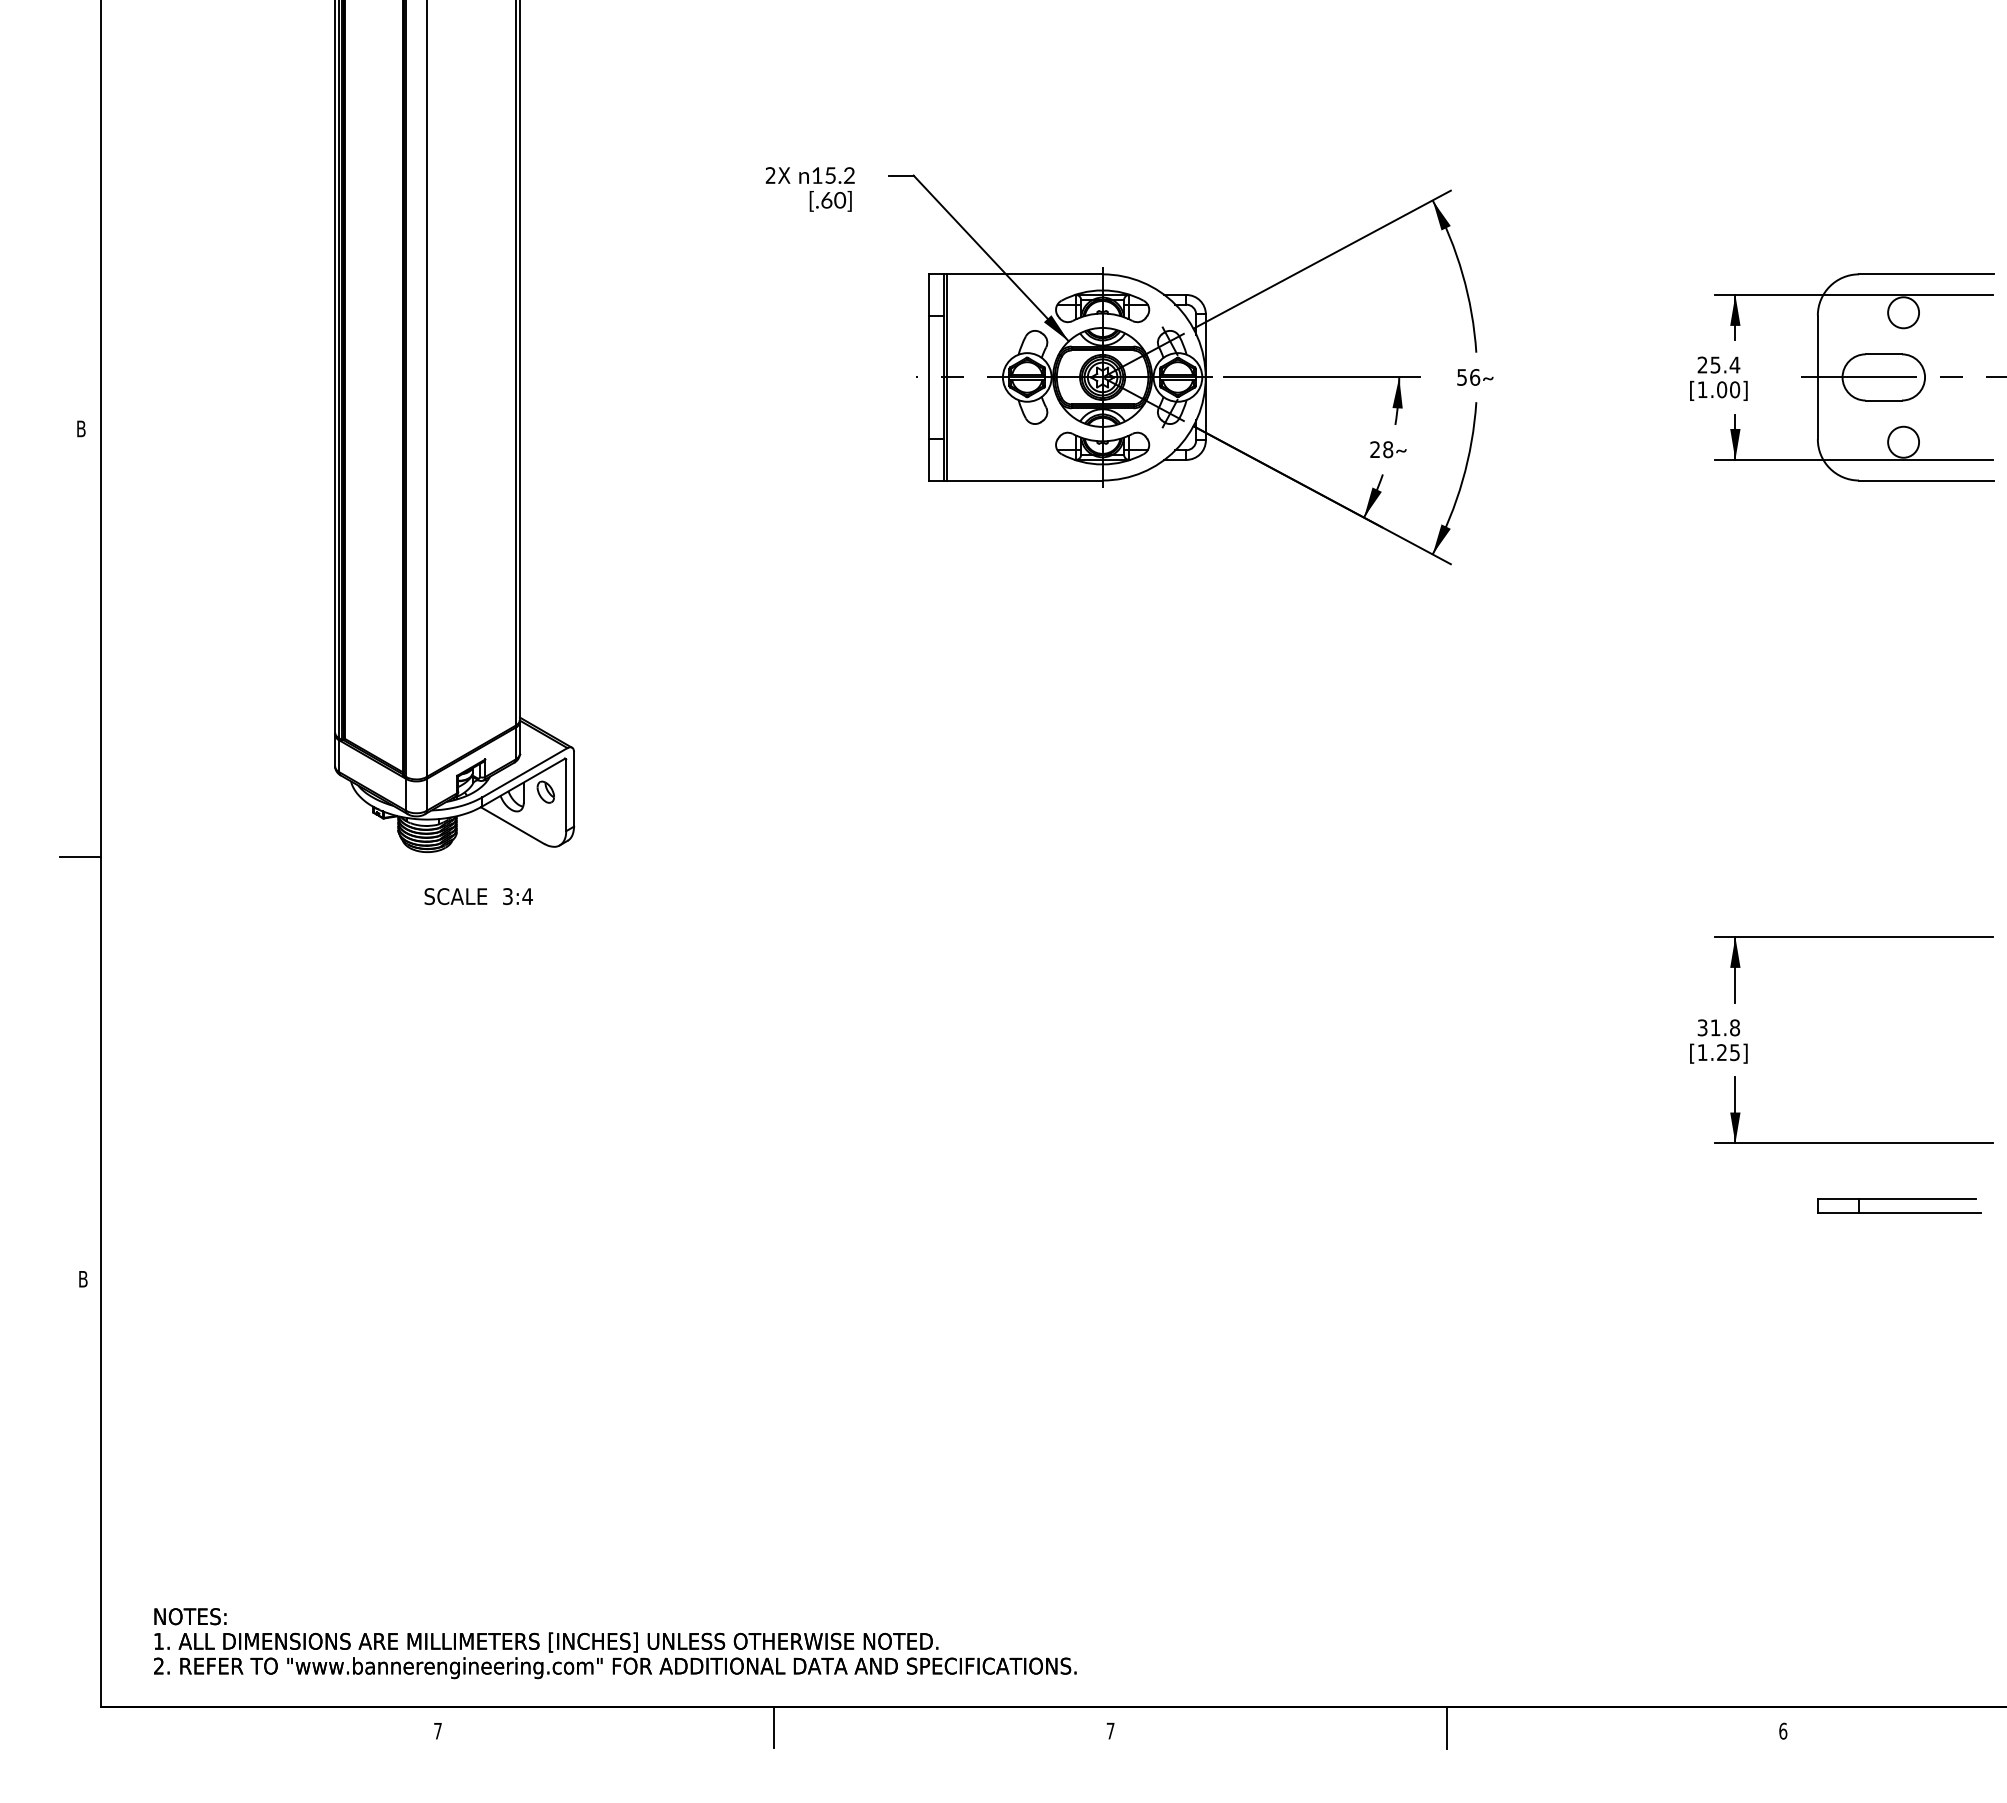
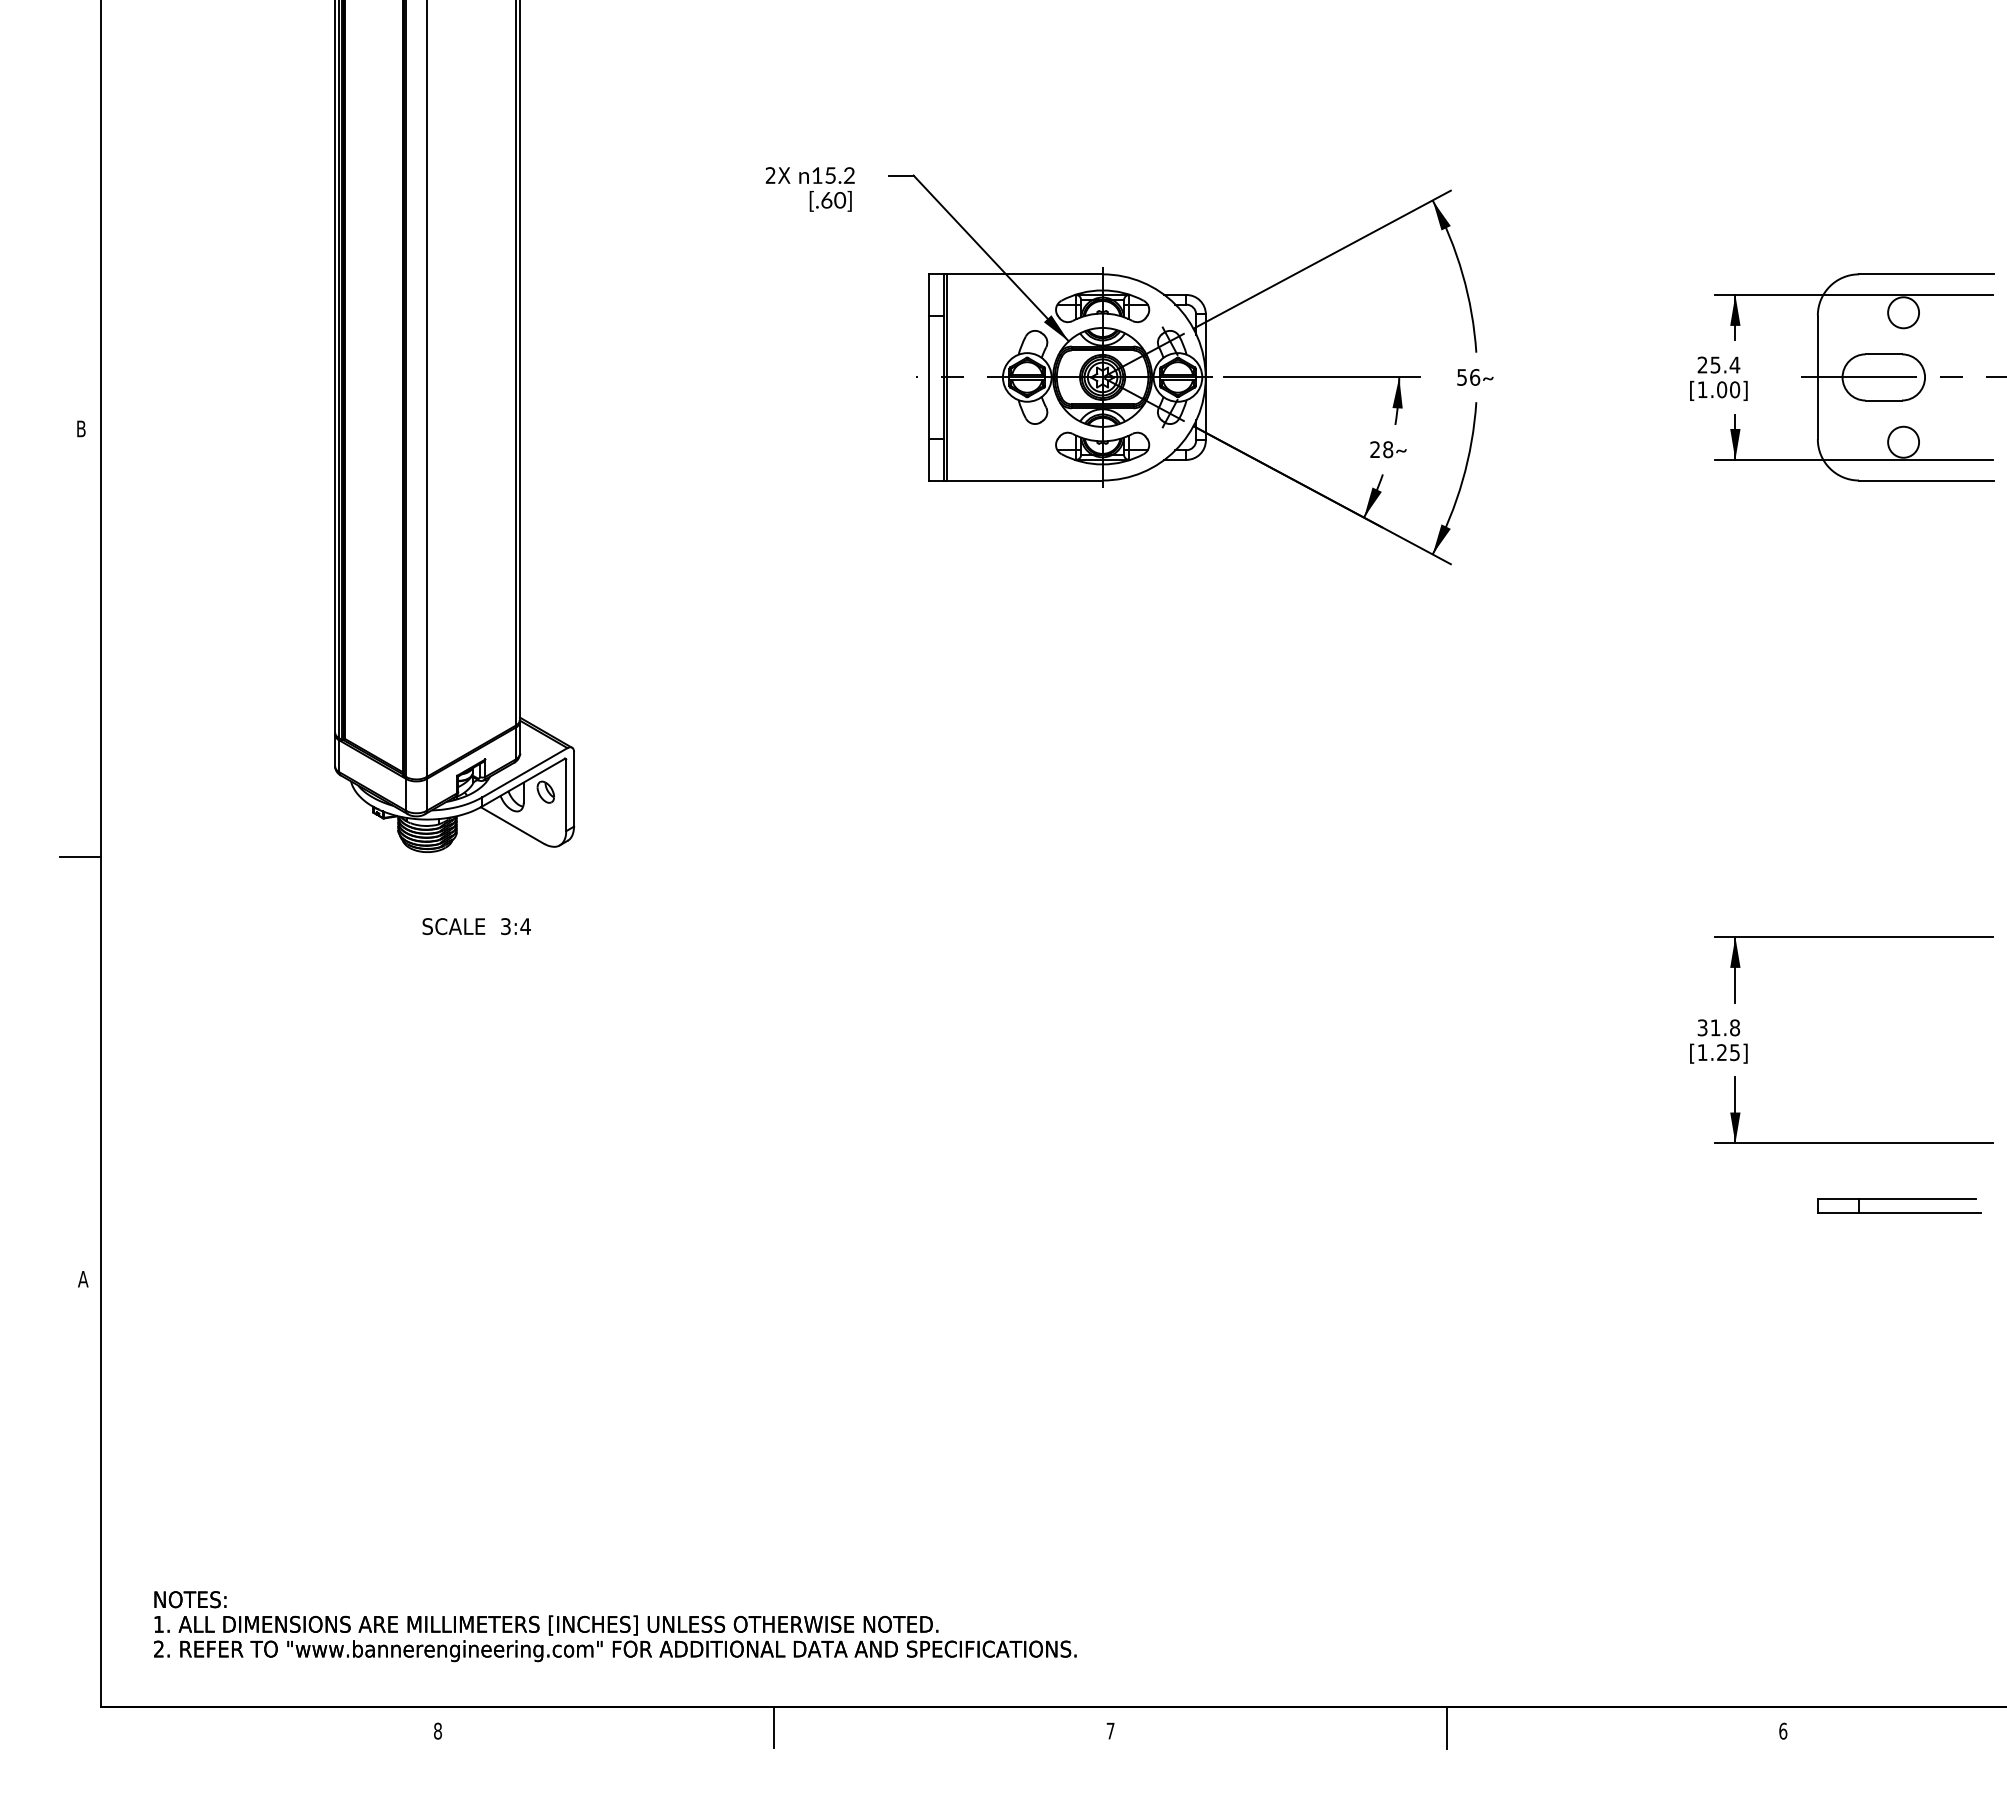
text at (478, 896) position: (478, 896) -> (476, 926)
text at (83, 1279): B -> A
text at (615, 1643) position: (615, 1643) -> (615, 1626)
text at (437, 1730): 7 -> 8
